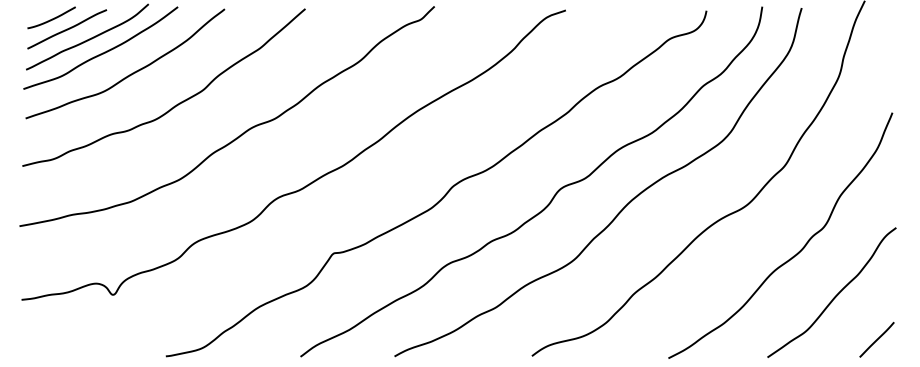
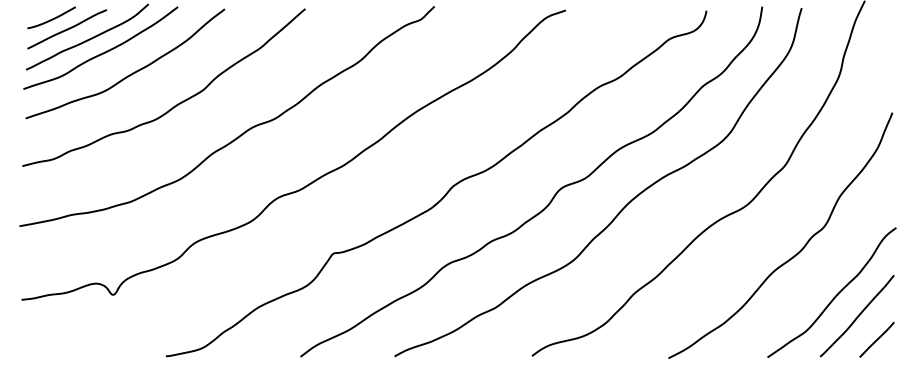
curve at (856, 316): none -> present
